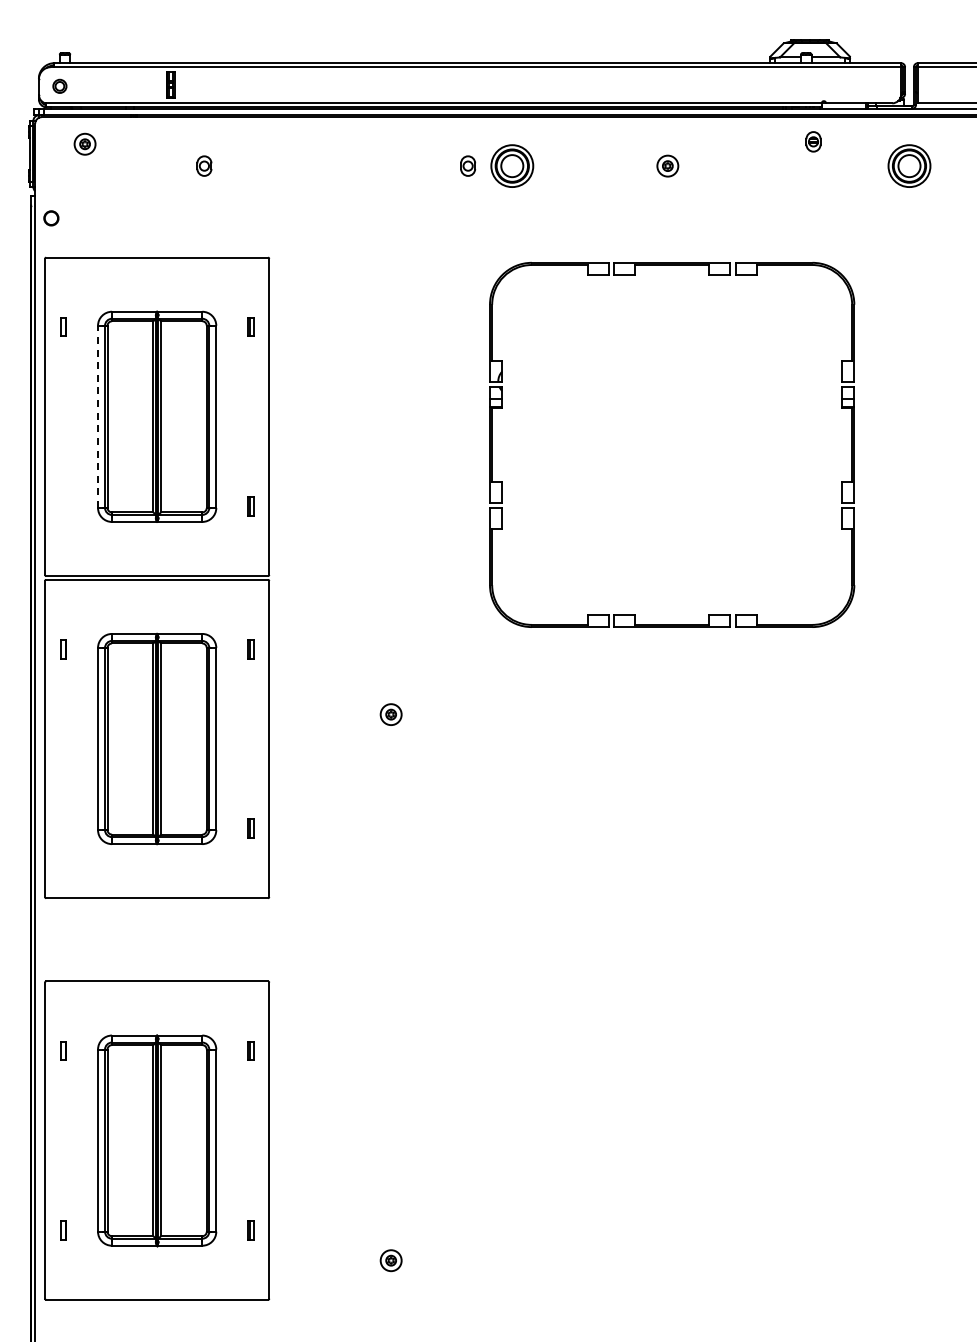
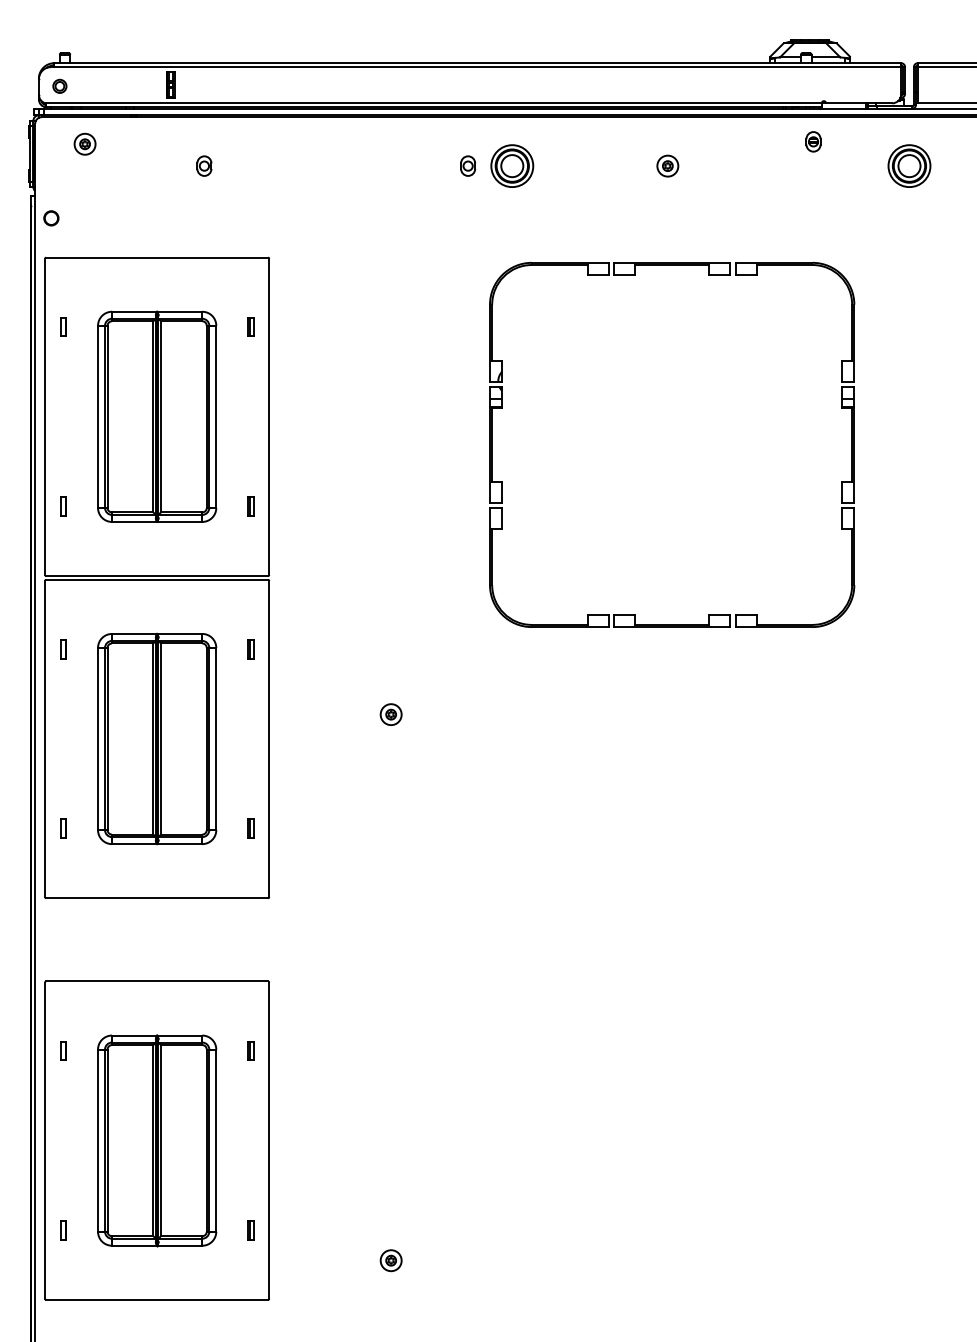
line at (98, 416): dashed -> solid
part at (63, 506): none -> present
part at (63, 828): none -> present
